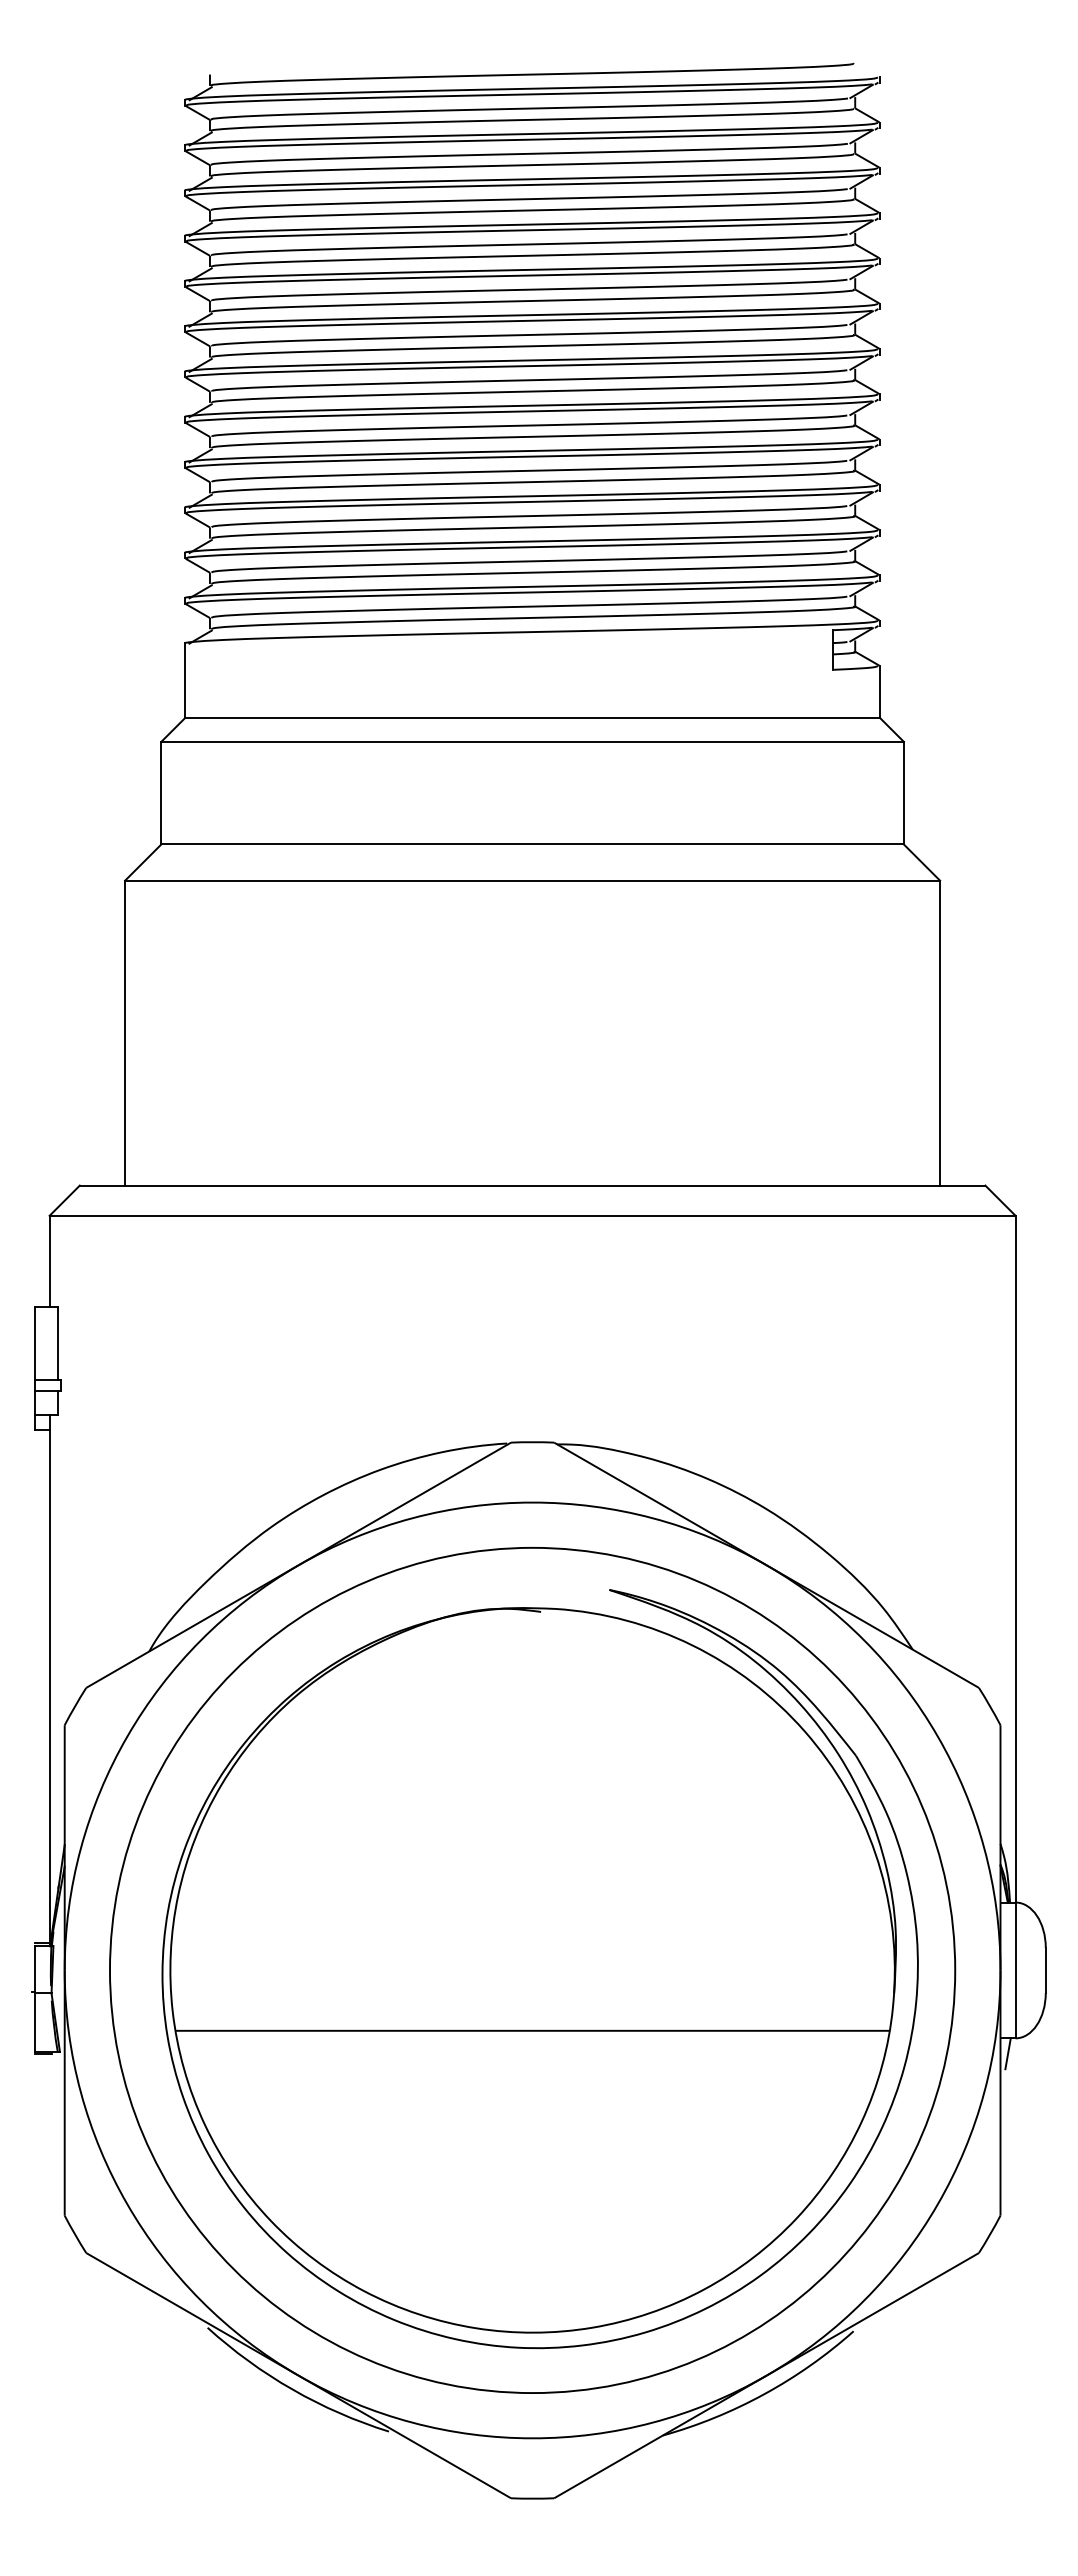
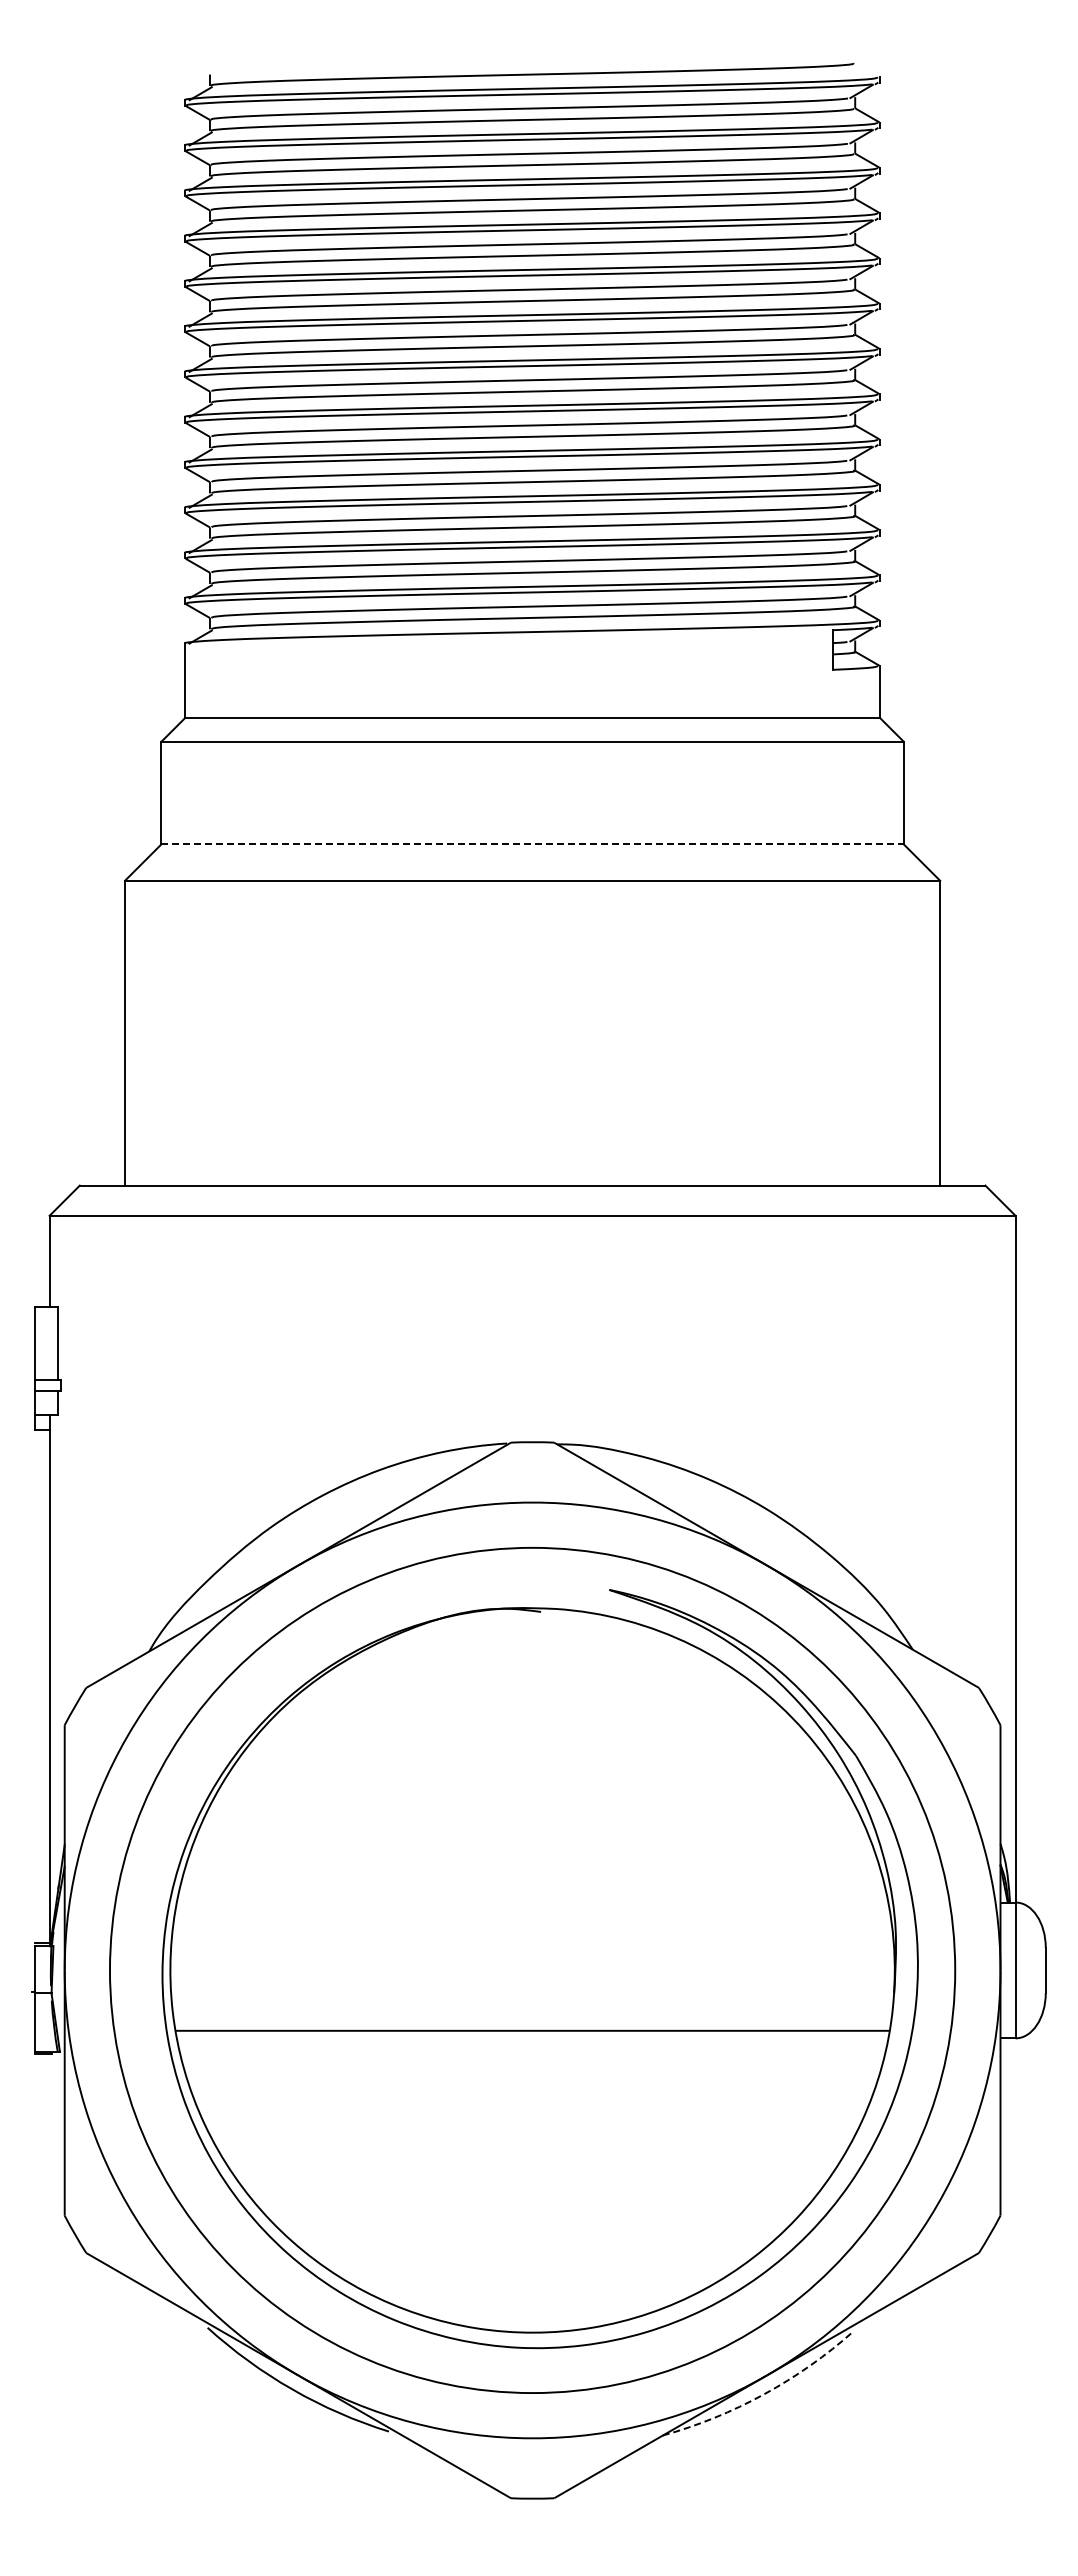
line at (533, 844): solid -> dashed
line at (1007, 2053): present -> none
arc at (764, 2394): solid -> dashed
